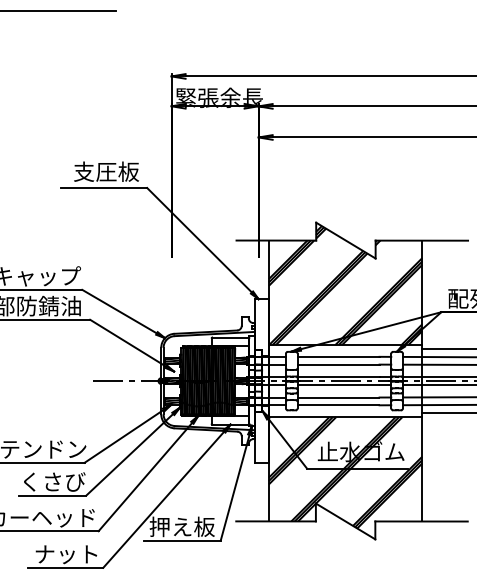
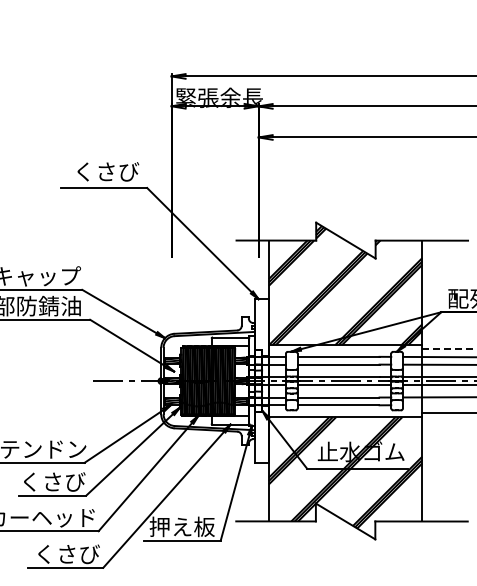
line at (59, 10): present -> none
text at (106, 171): 支圧板 -> くさび
line at (449, 349): solid -> dashed
line at (437, 404): present -> none
text at (67, 554): ナット -> くさび
